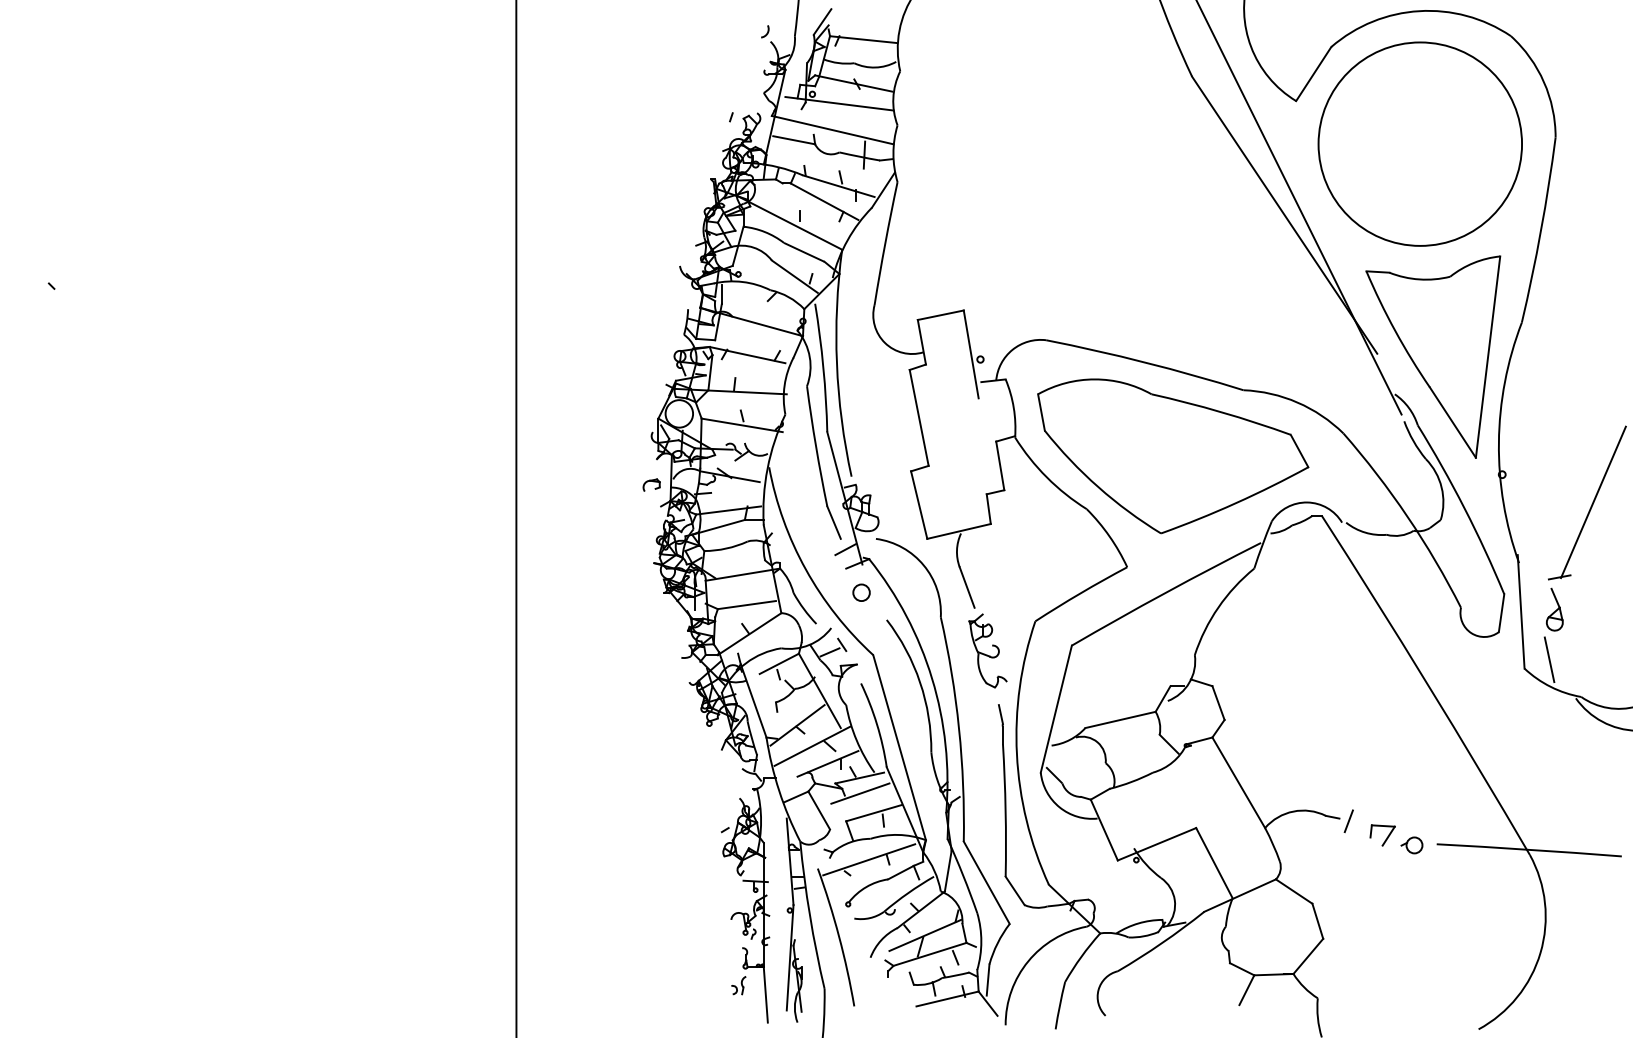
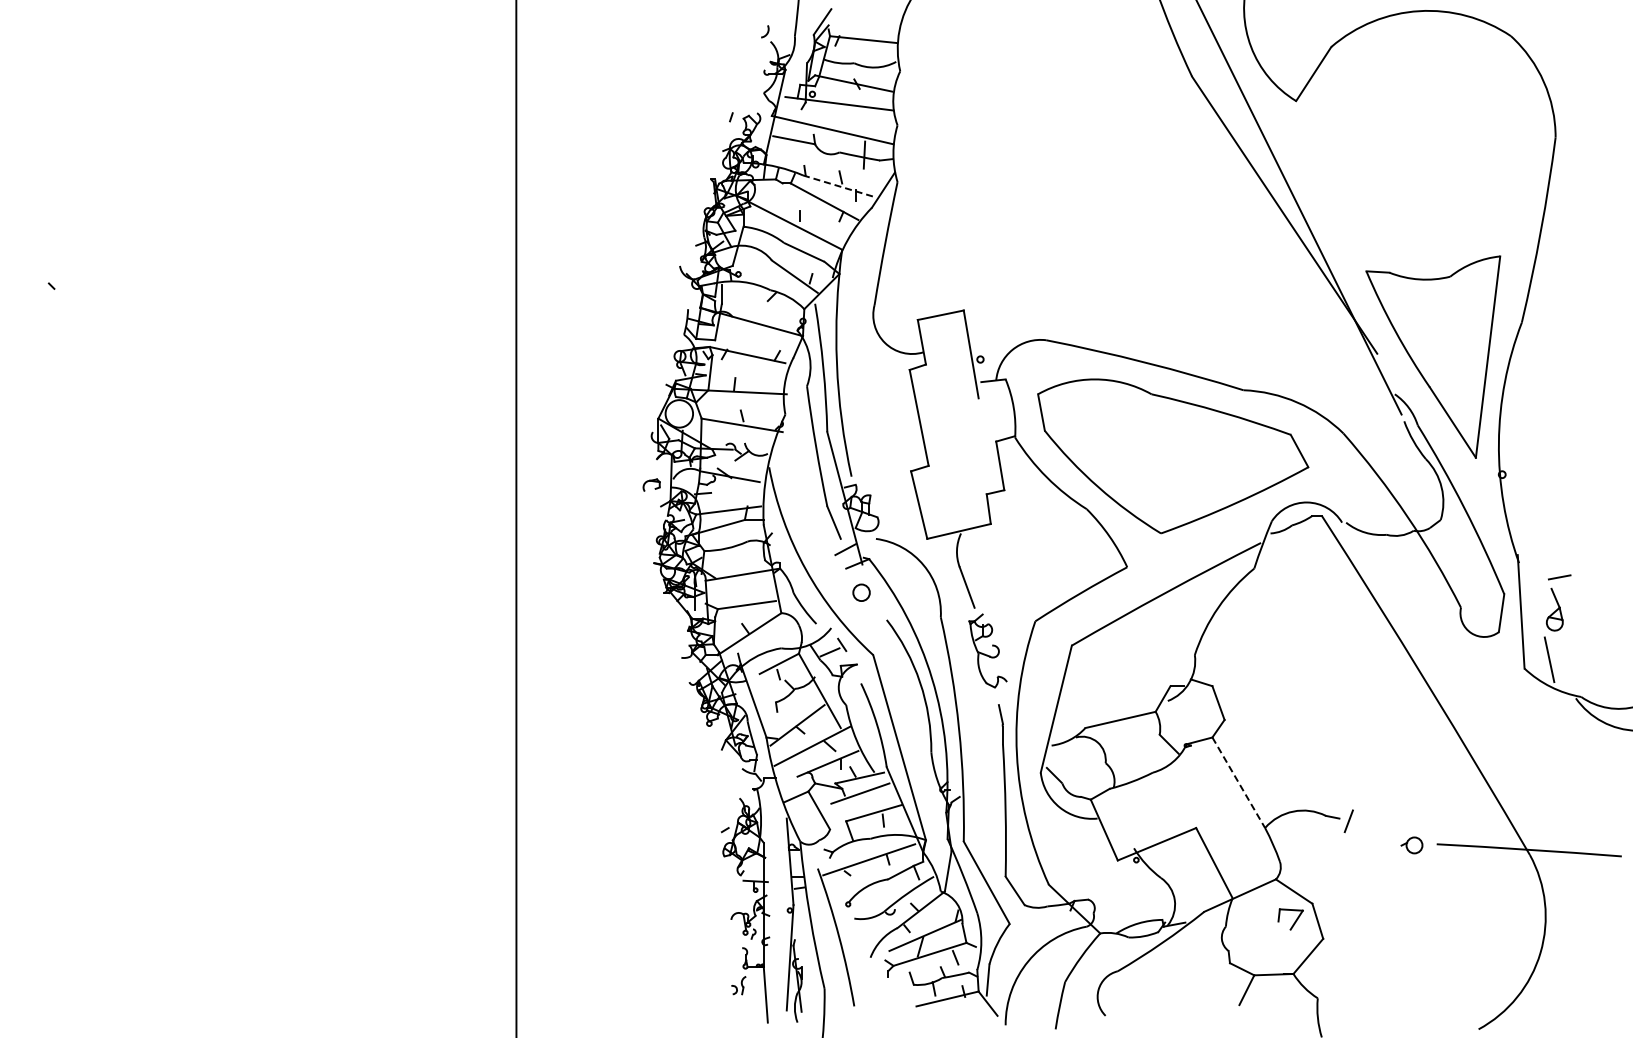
circle at (1419, 143): present -> none
line at (839, 186): solid -> dashed
line at (1593, 502): present -> none
line at (1239, 783): solid -> dashed
part at (1382, 835) position: (1382, 835) -> (1290, 919)
